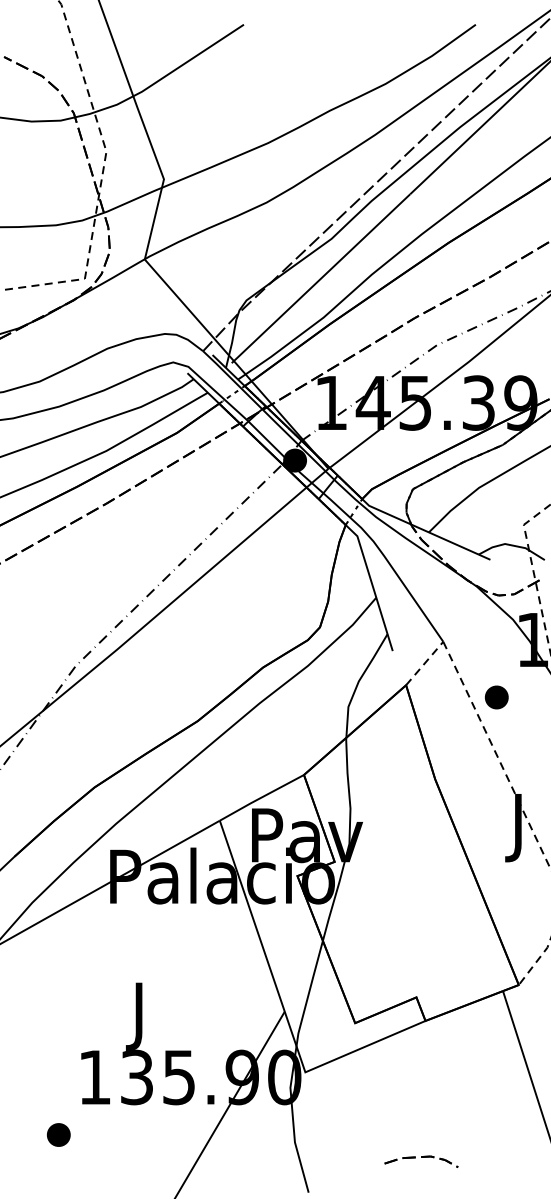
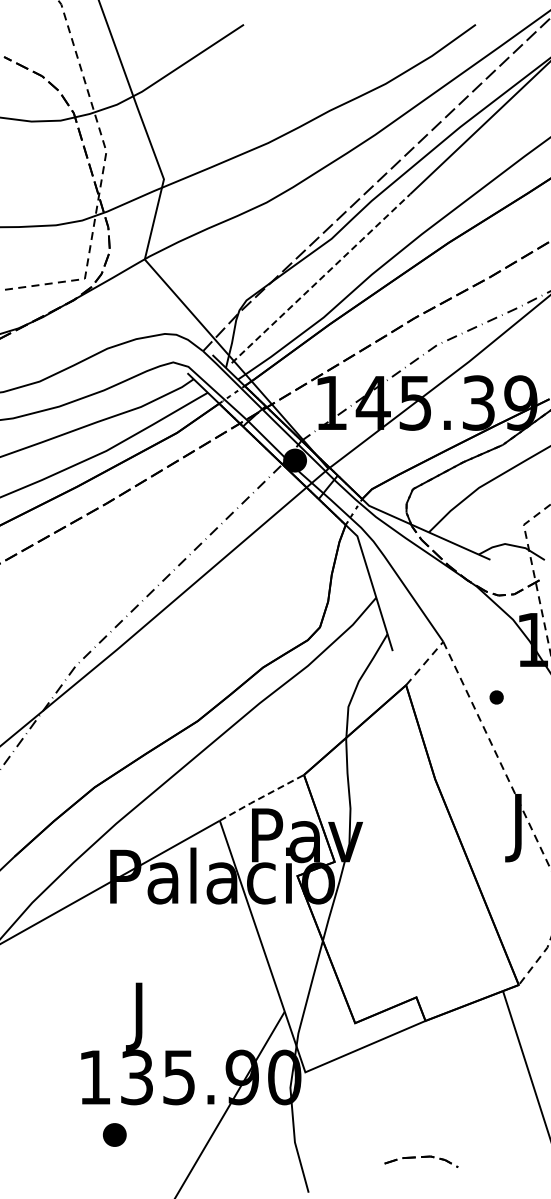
line at (321, 278): solid -> dashed
part at (496, 697) size: 25x25 px -> 15x15 px
line at (261, 797): solid -> dashed
part at (58, 1134) position: (58, 1134) -> (114, 1134)
